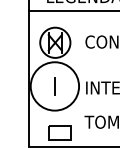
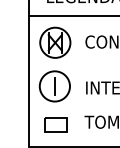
line at (72, 11) position: (72, 11) -> (72, 16)
circle at (54, 86) diameter: 48 px -> 30 px
part at (59, 132) position: (59, 132) -> (55, 124)
